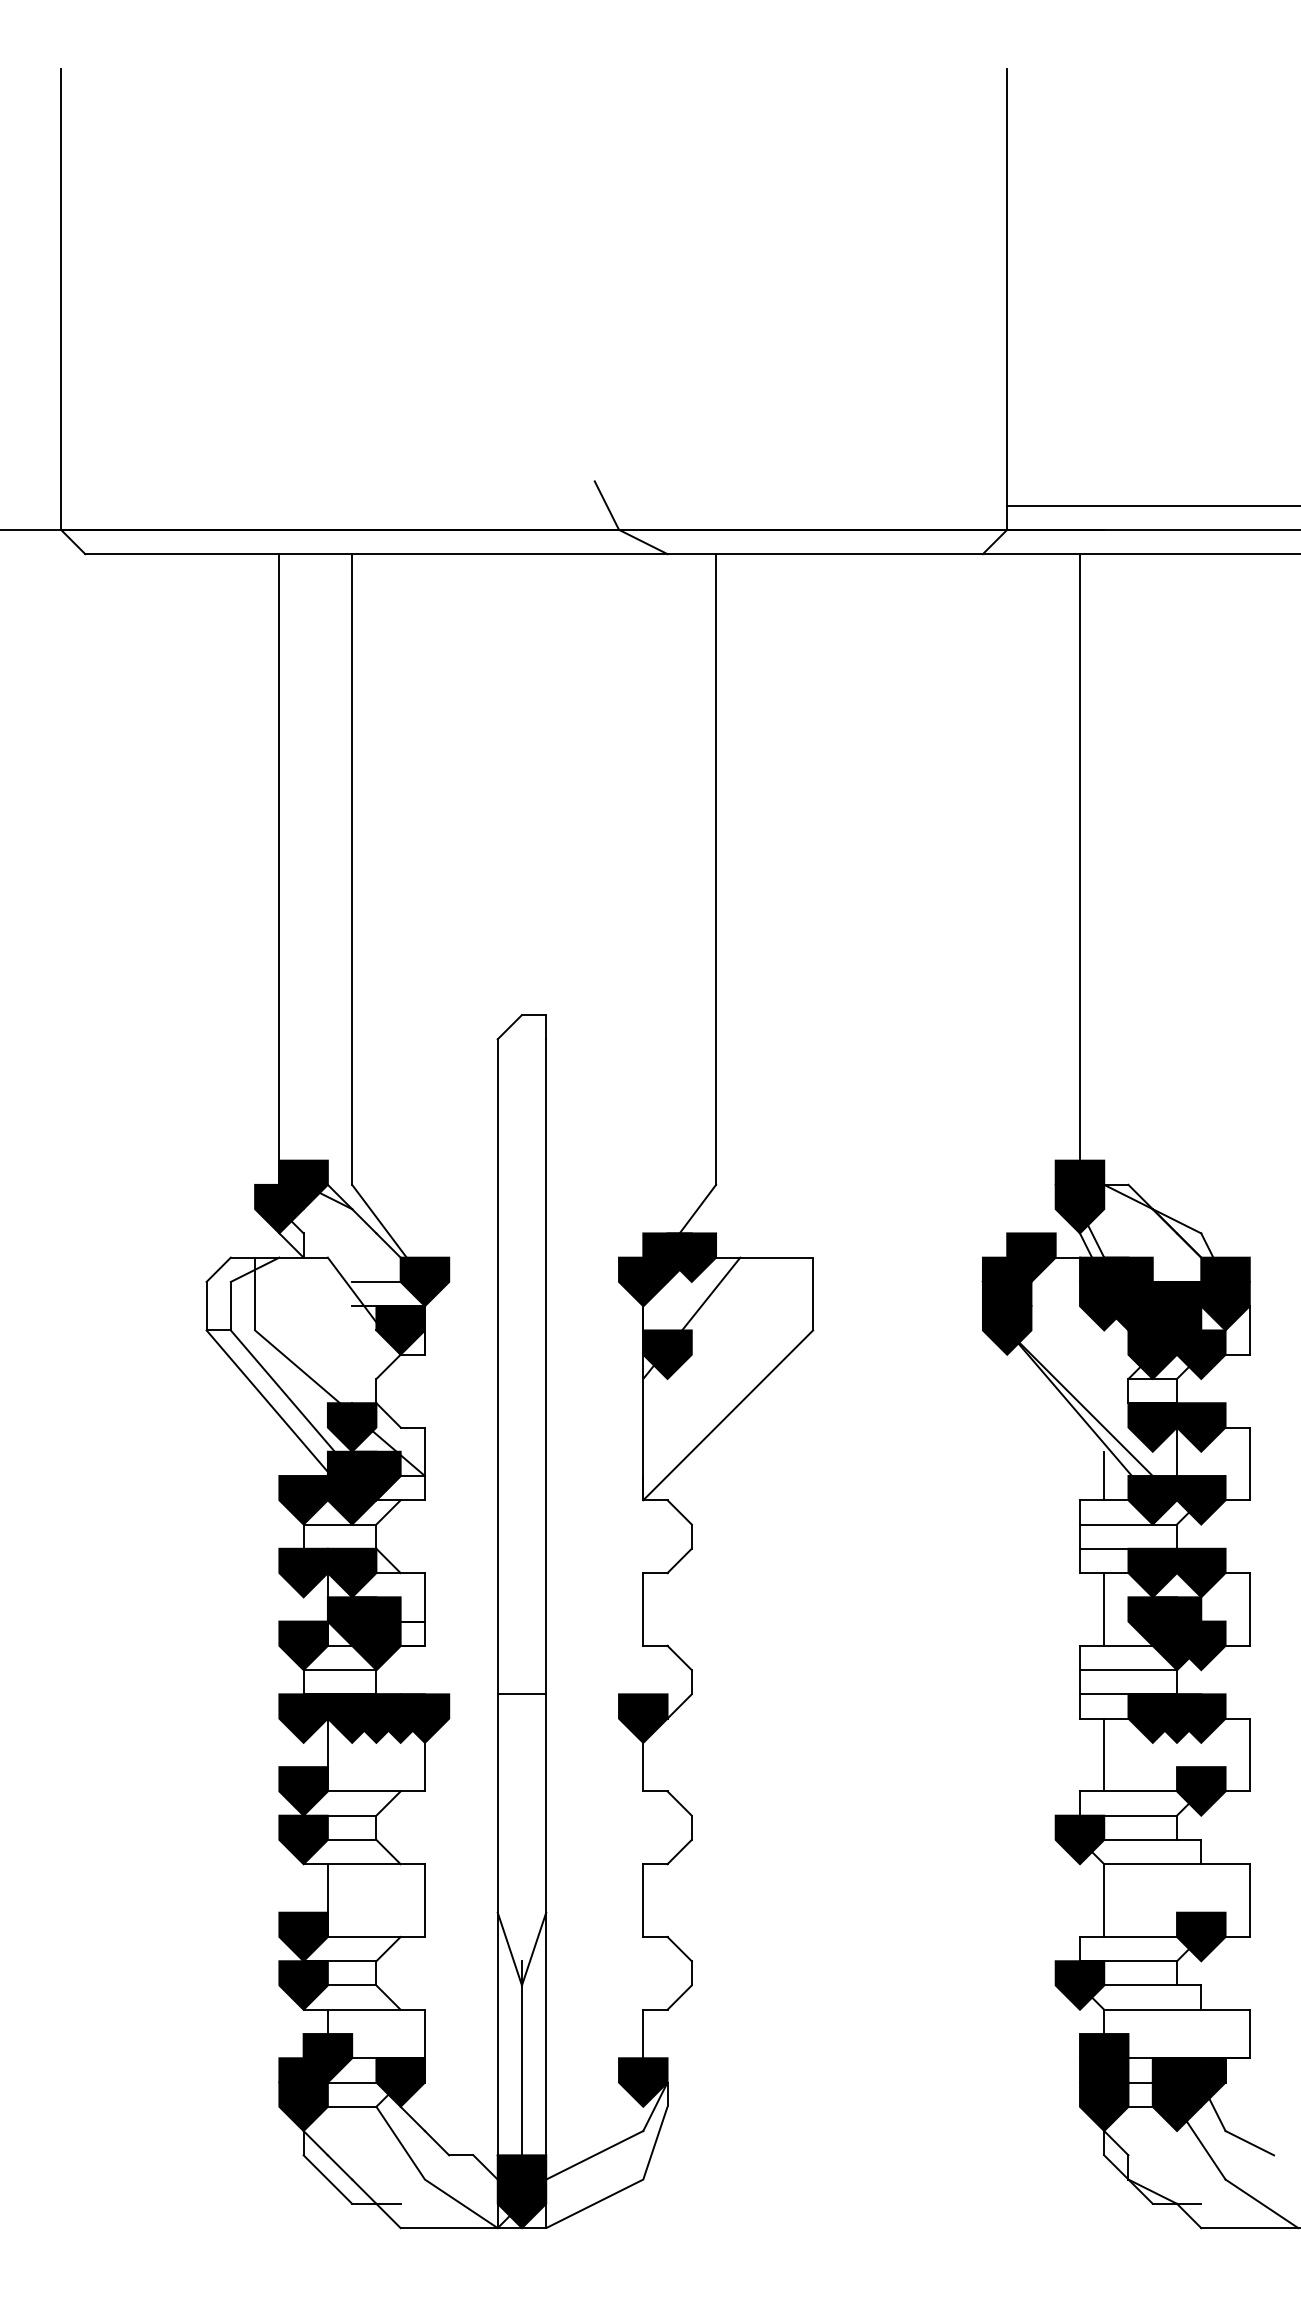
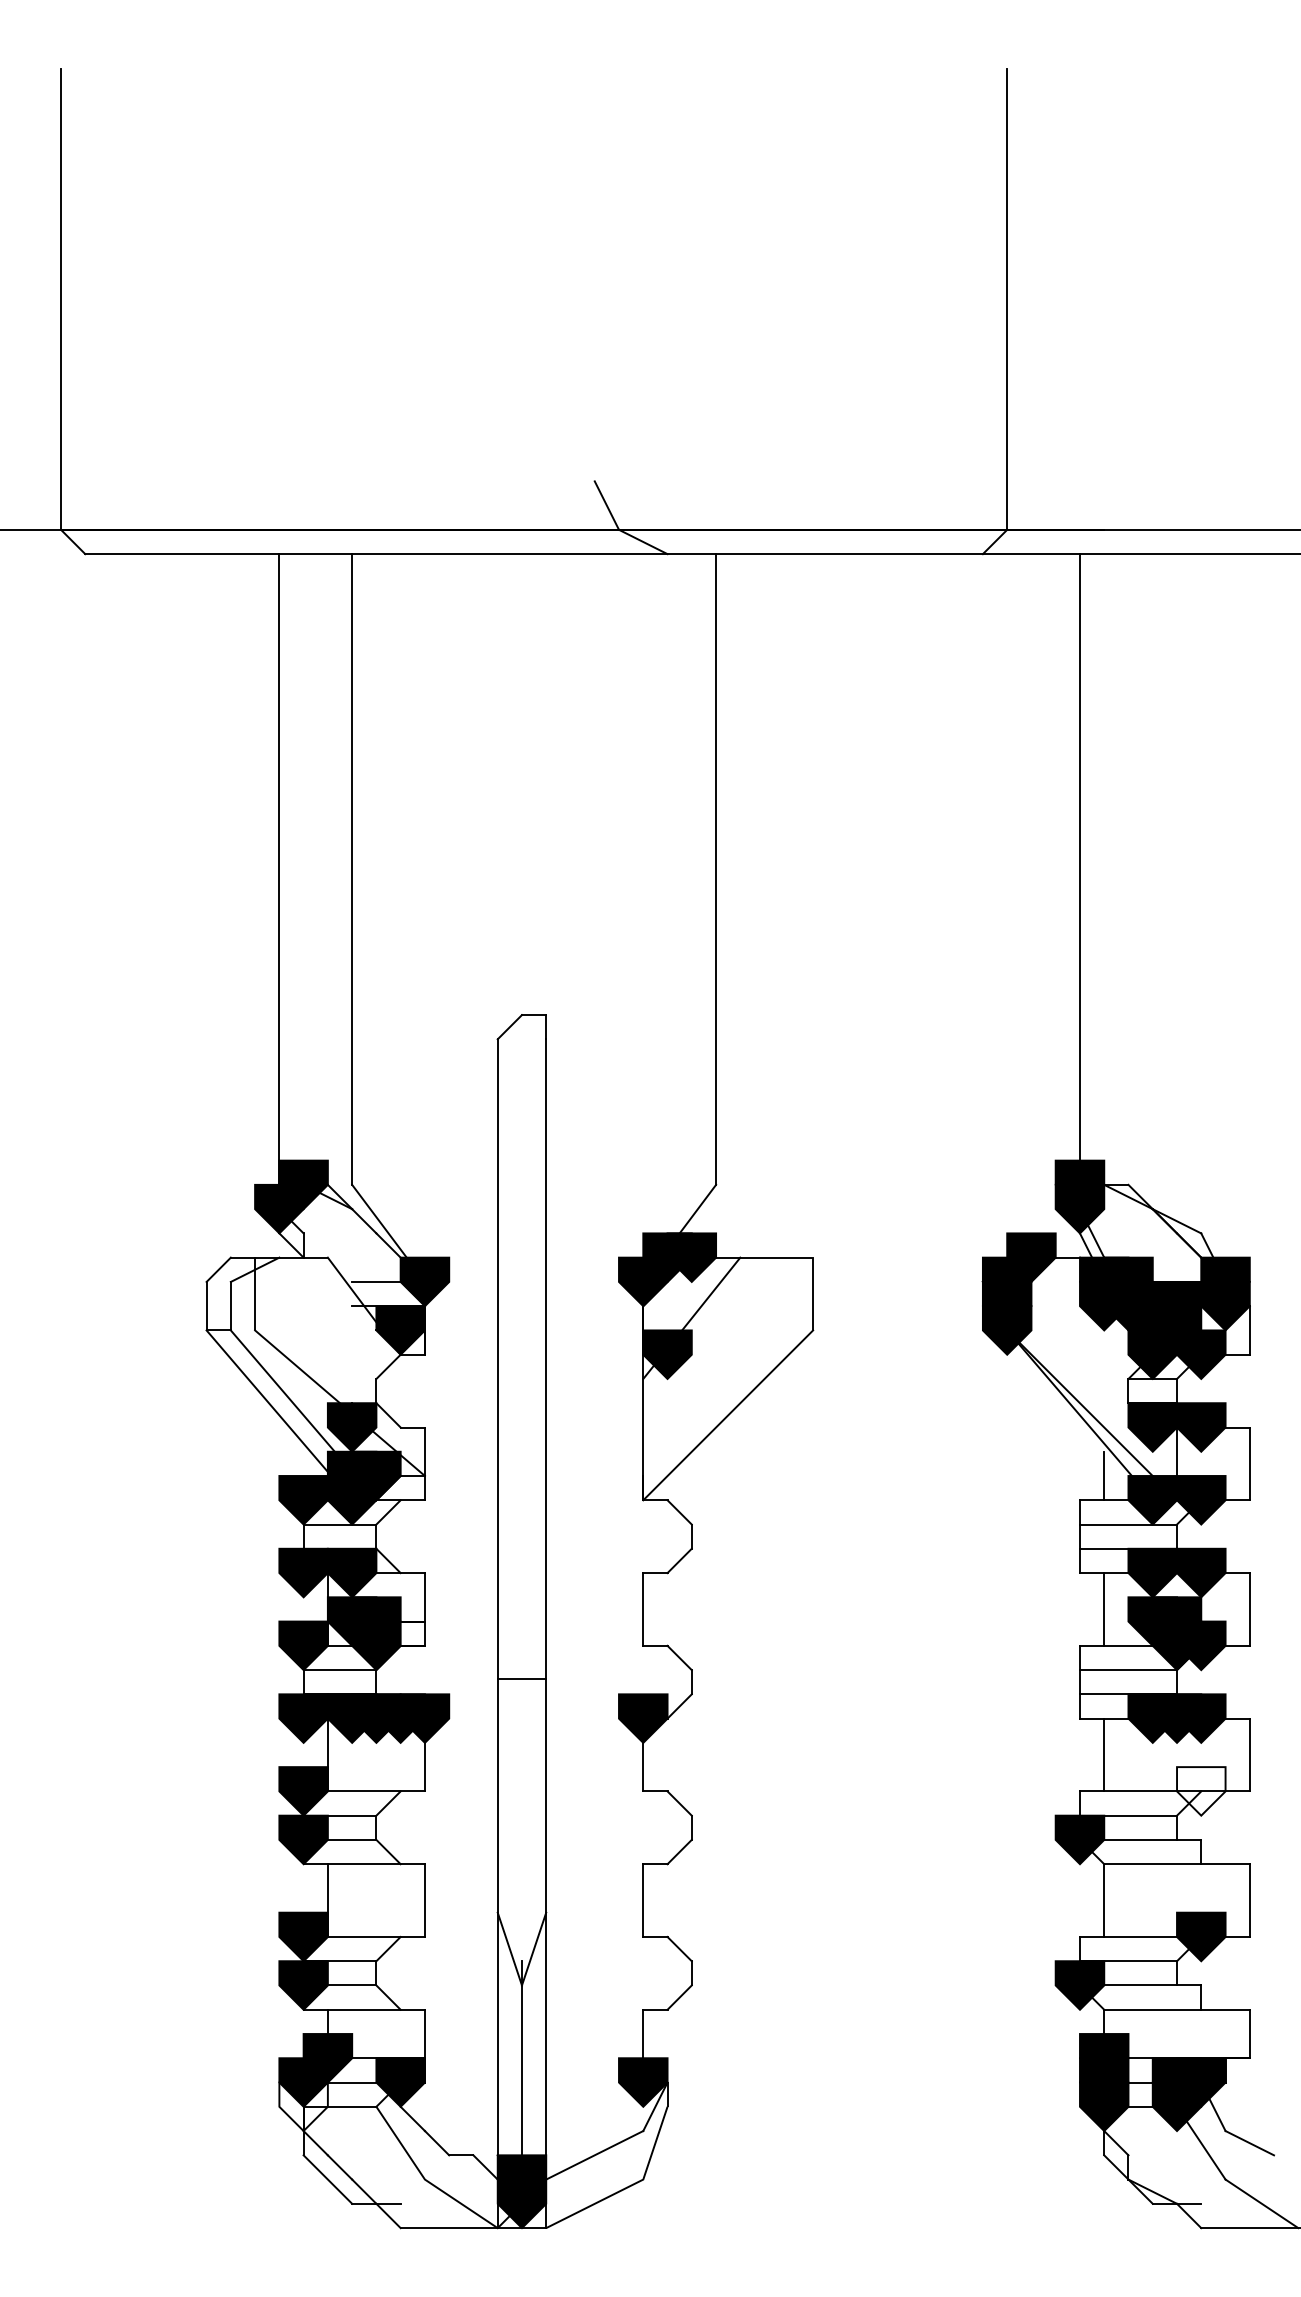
line at (1152, 505): present -> none
line at (521, 1694) position: (521, 1694) -> (521, 1679)
fill at (1201, 1791): present -> none
fill at (303, 2106): present -> none
